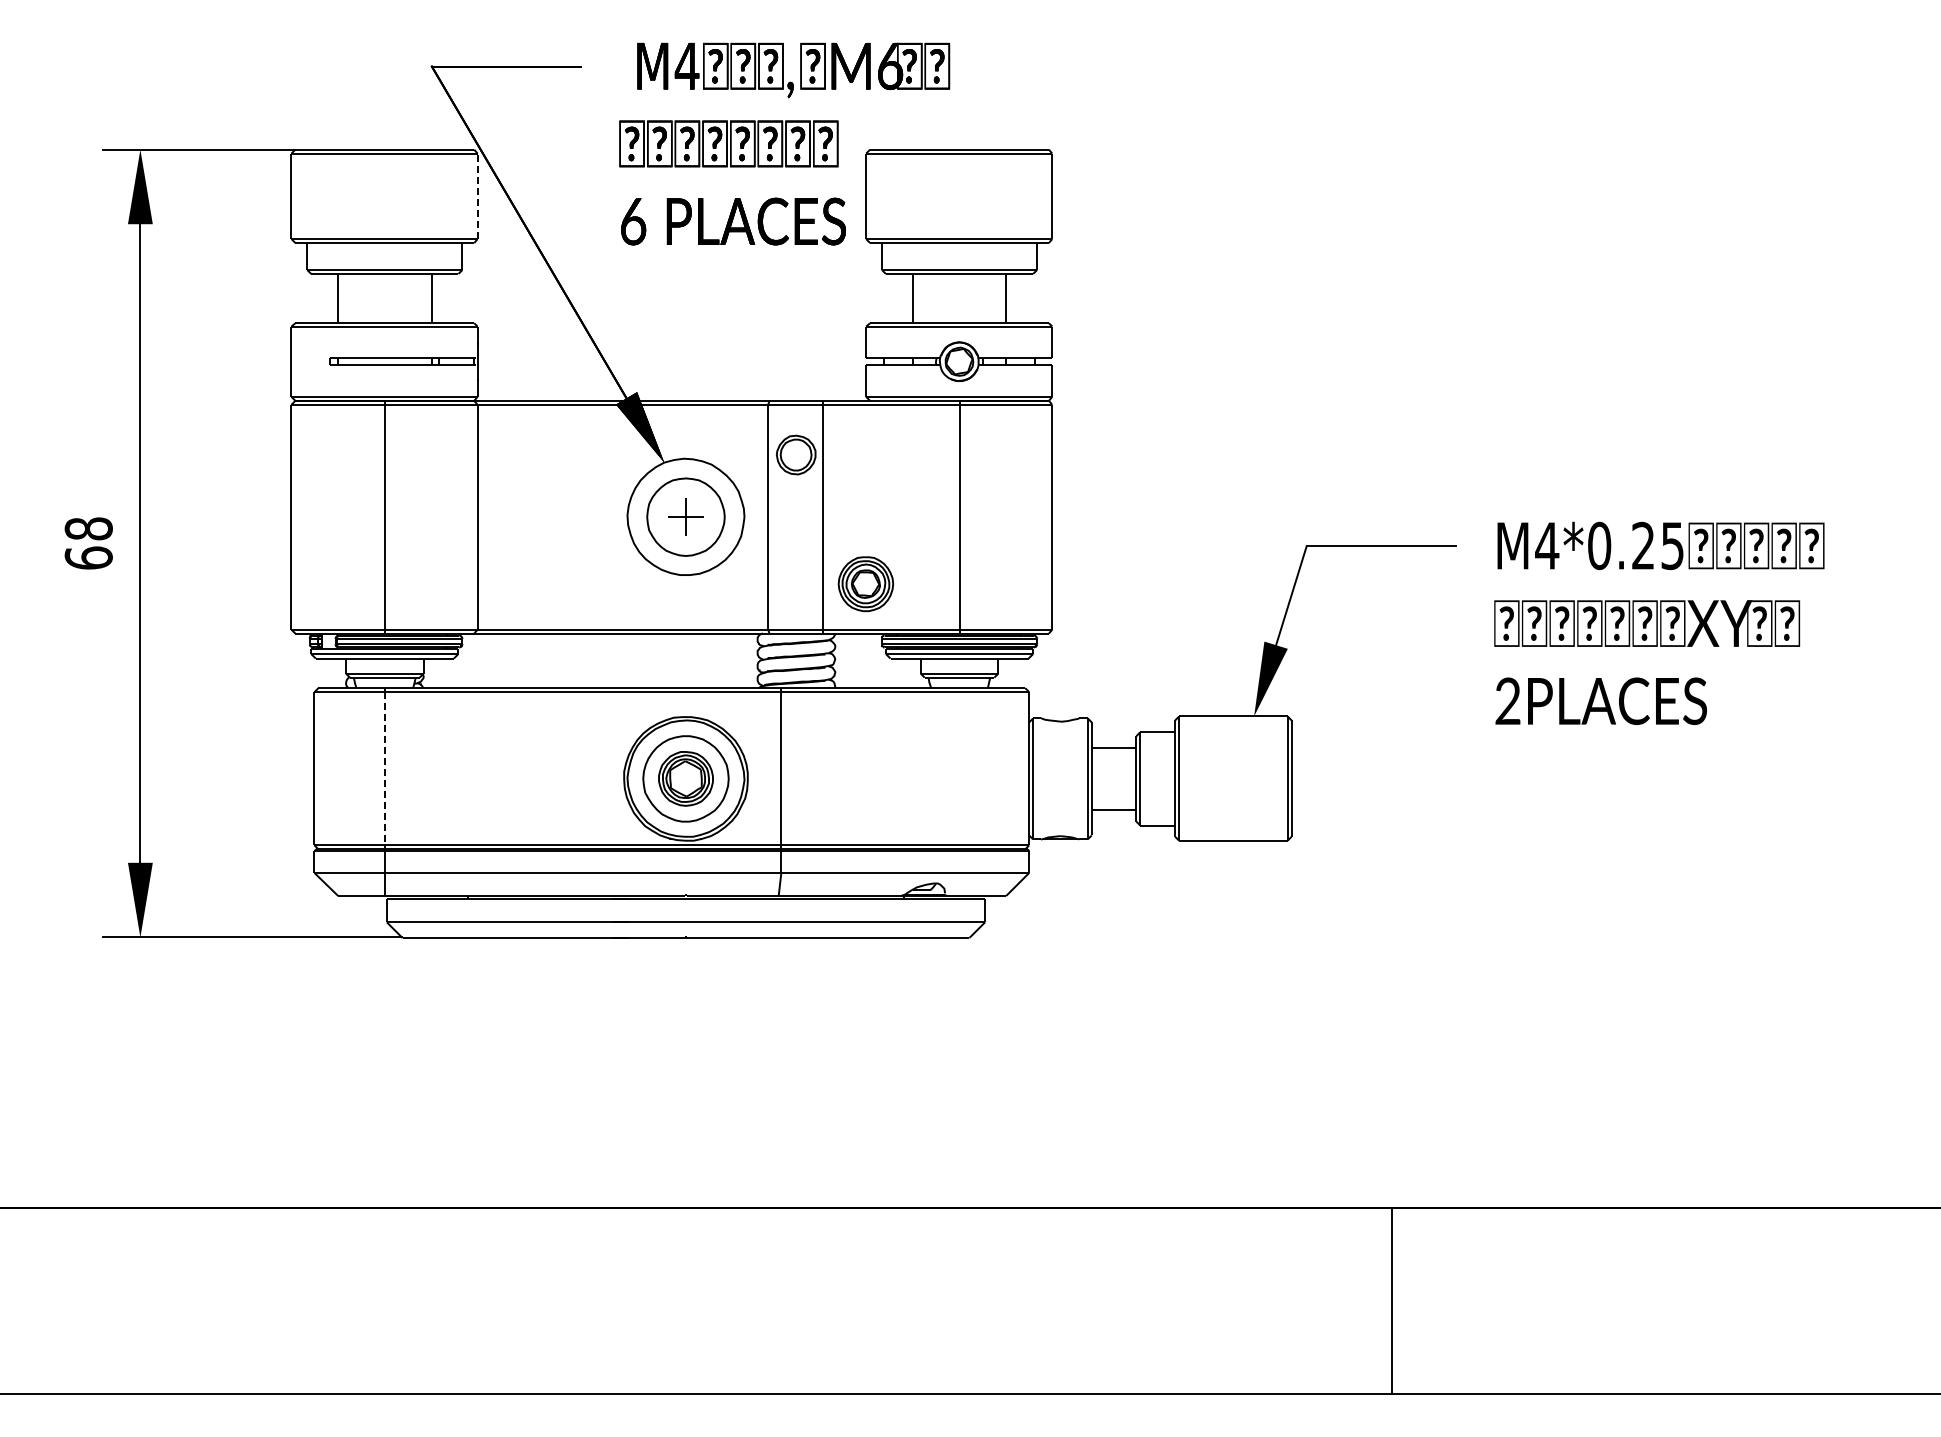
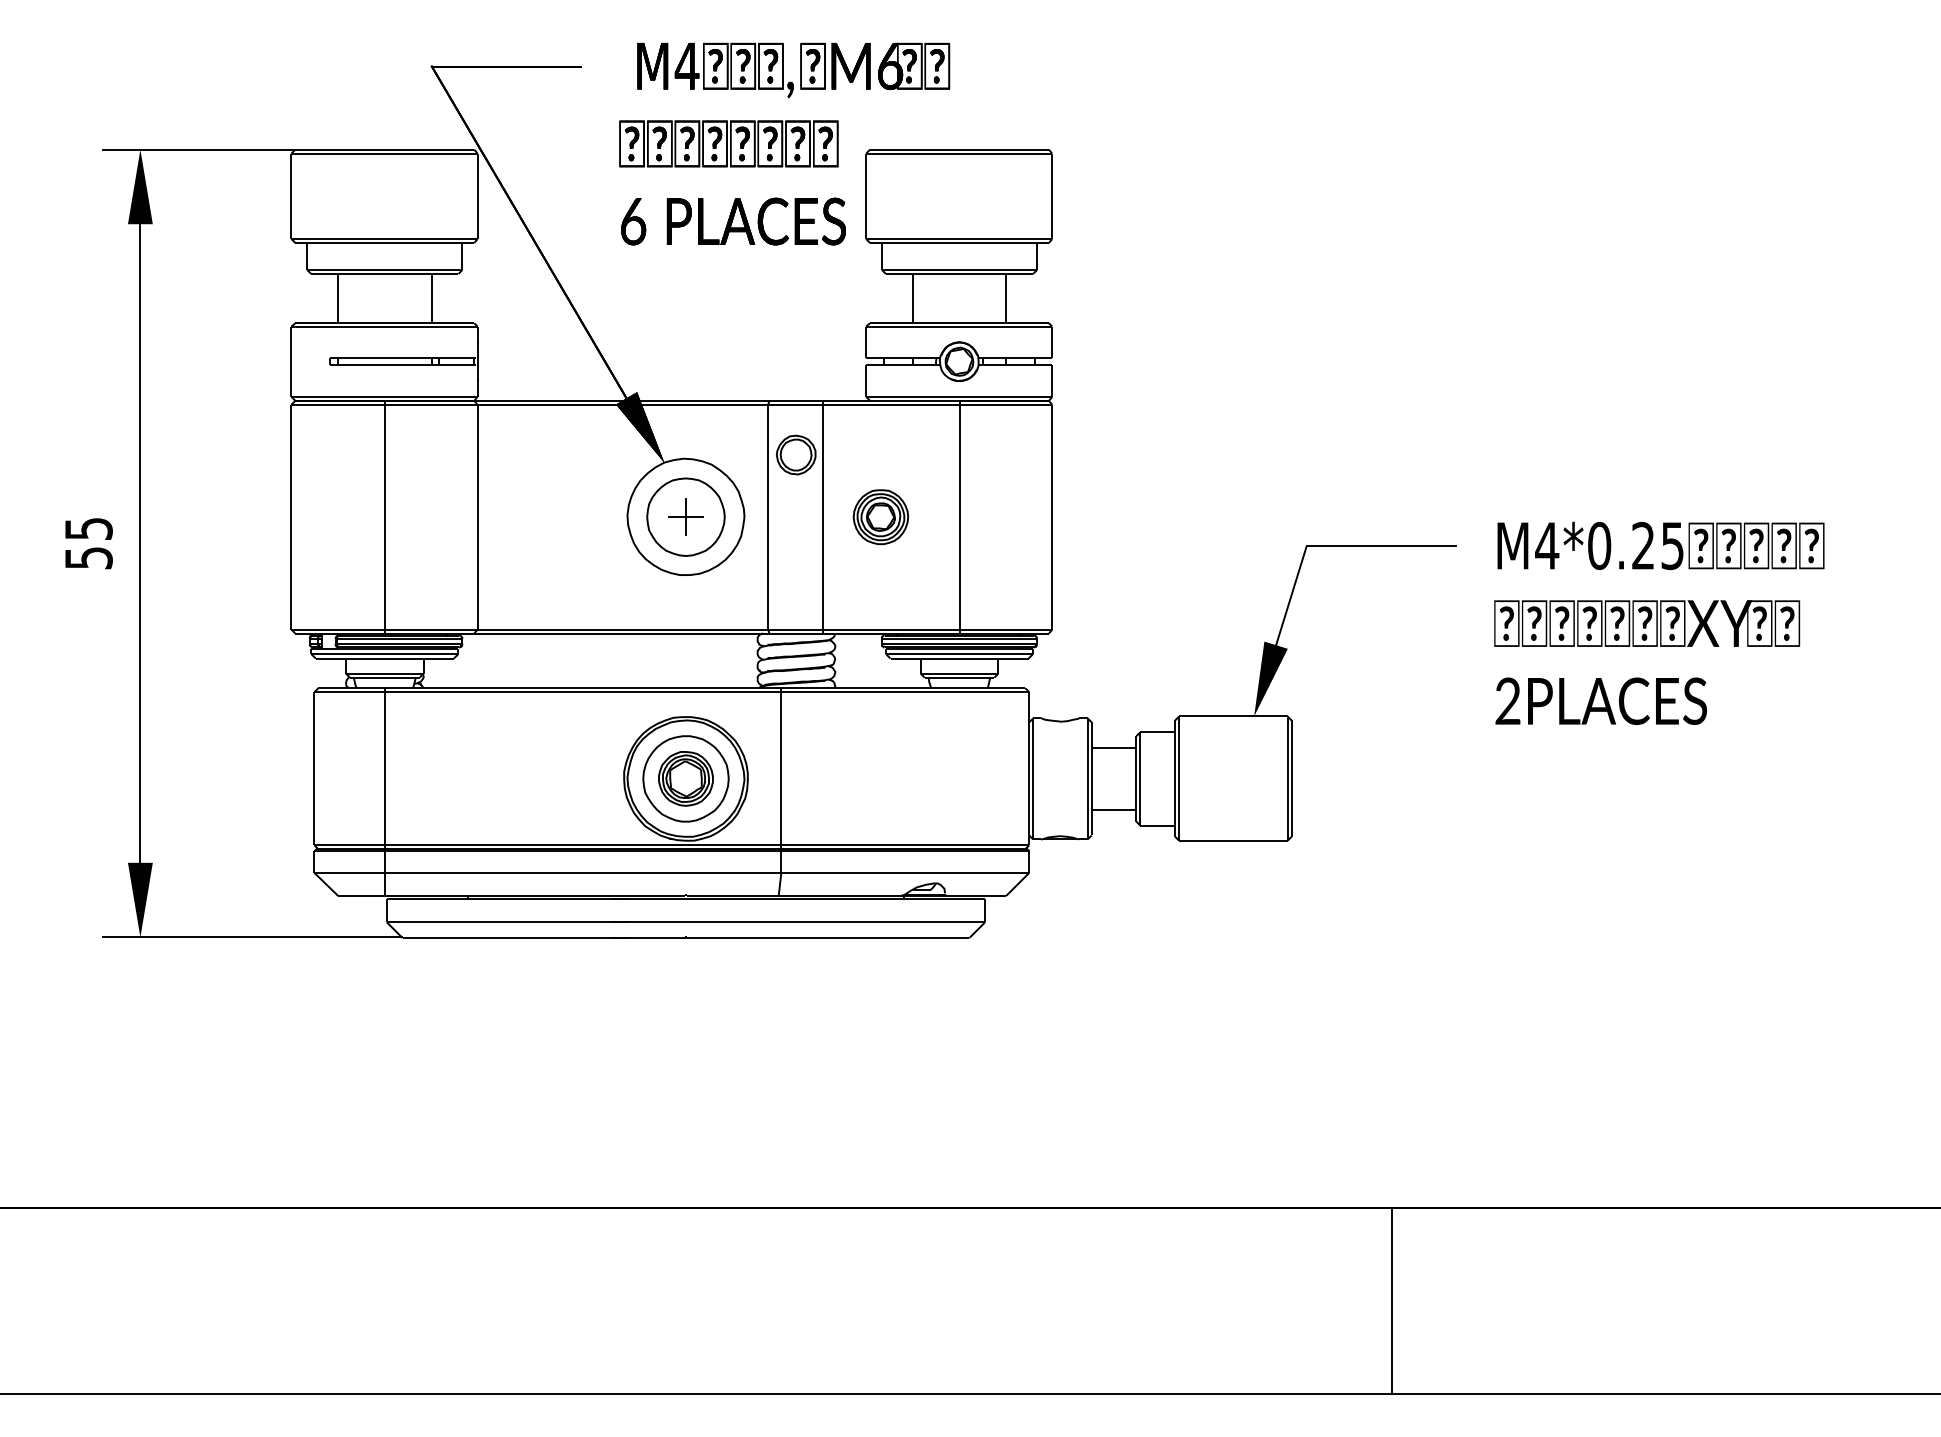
line at (477, 196): dashed -> solid
text at (88, 543): 68 -> 55
part at (865, 584) position: (865, 584) -> (880, 517)
line at (384, 768): dashed -> solid
